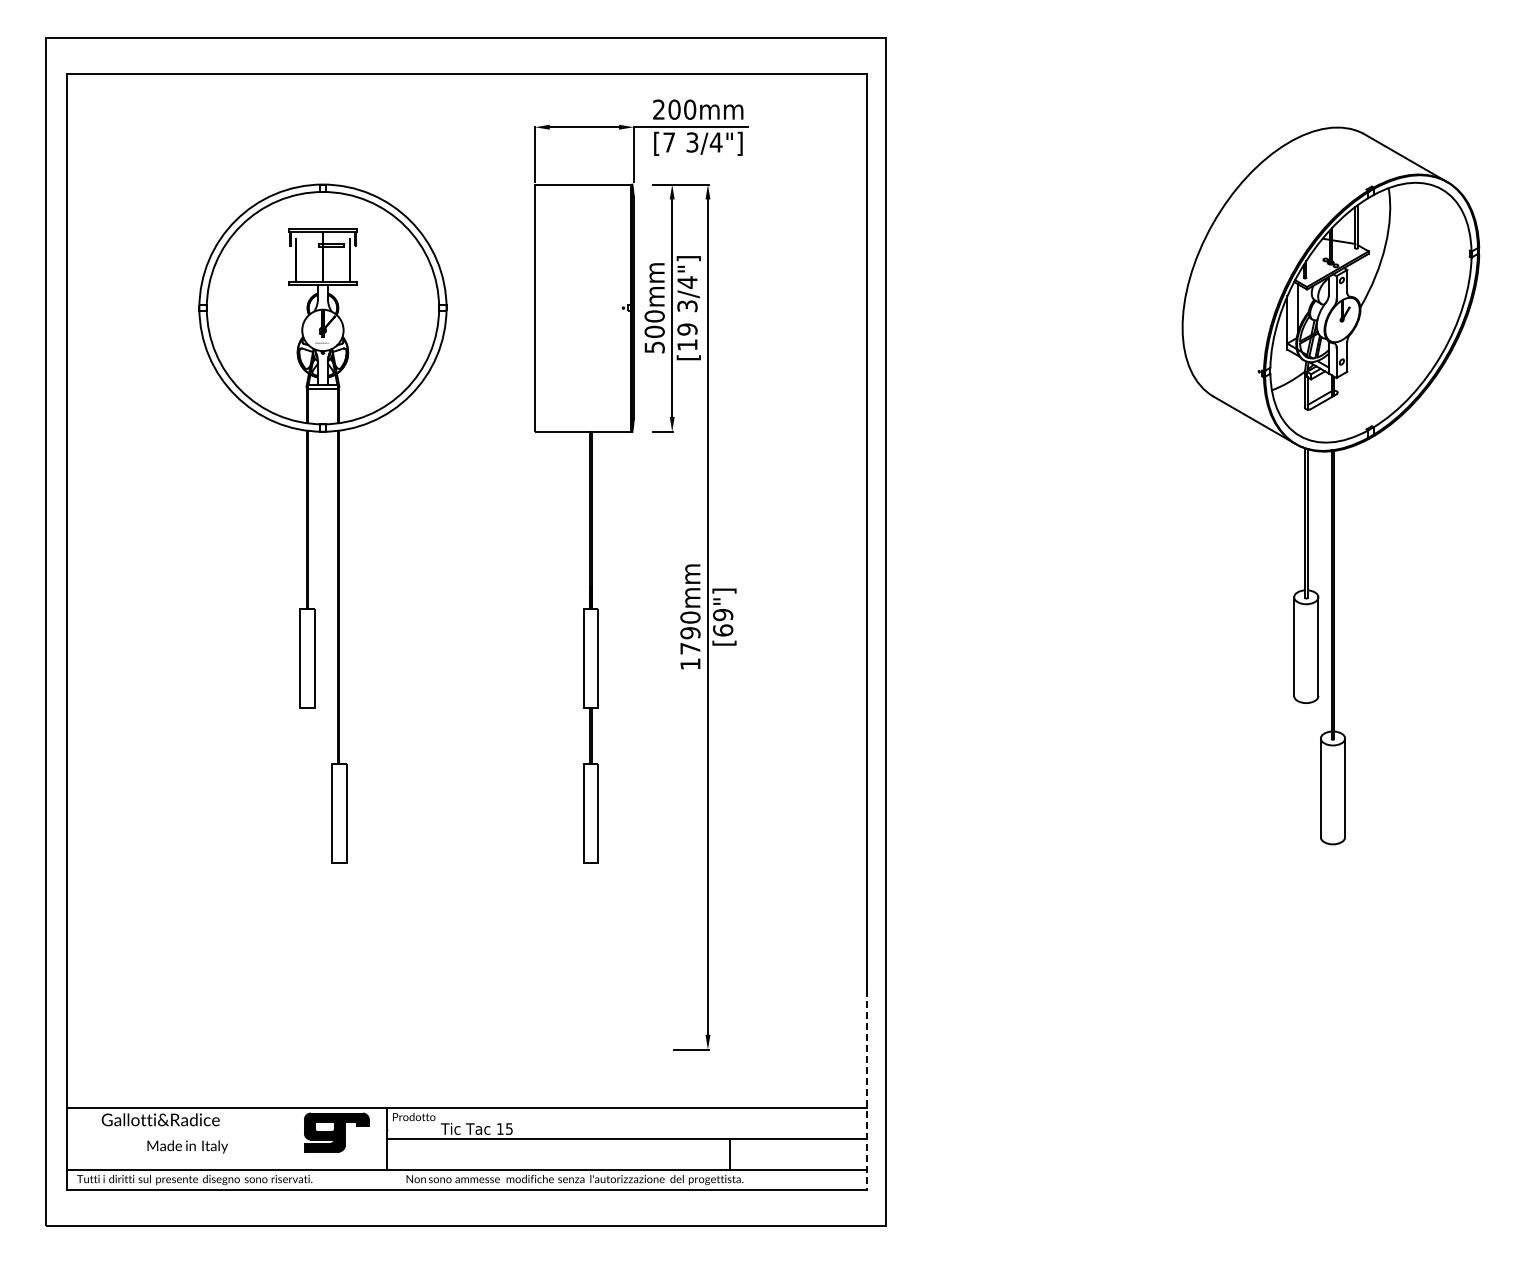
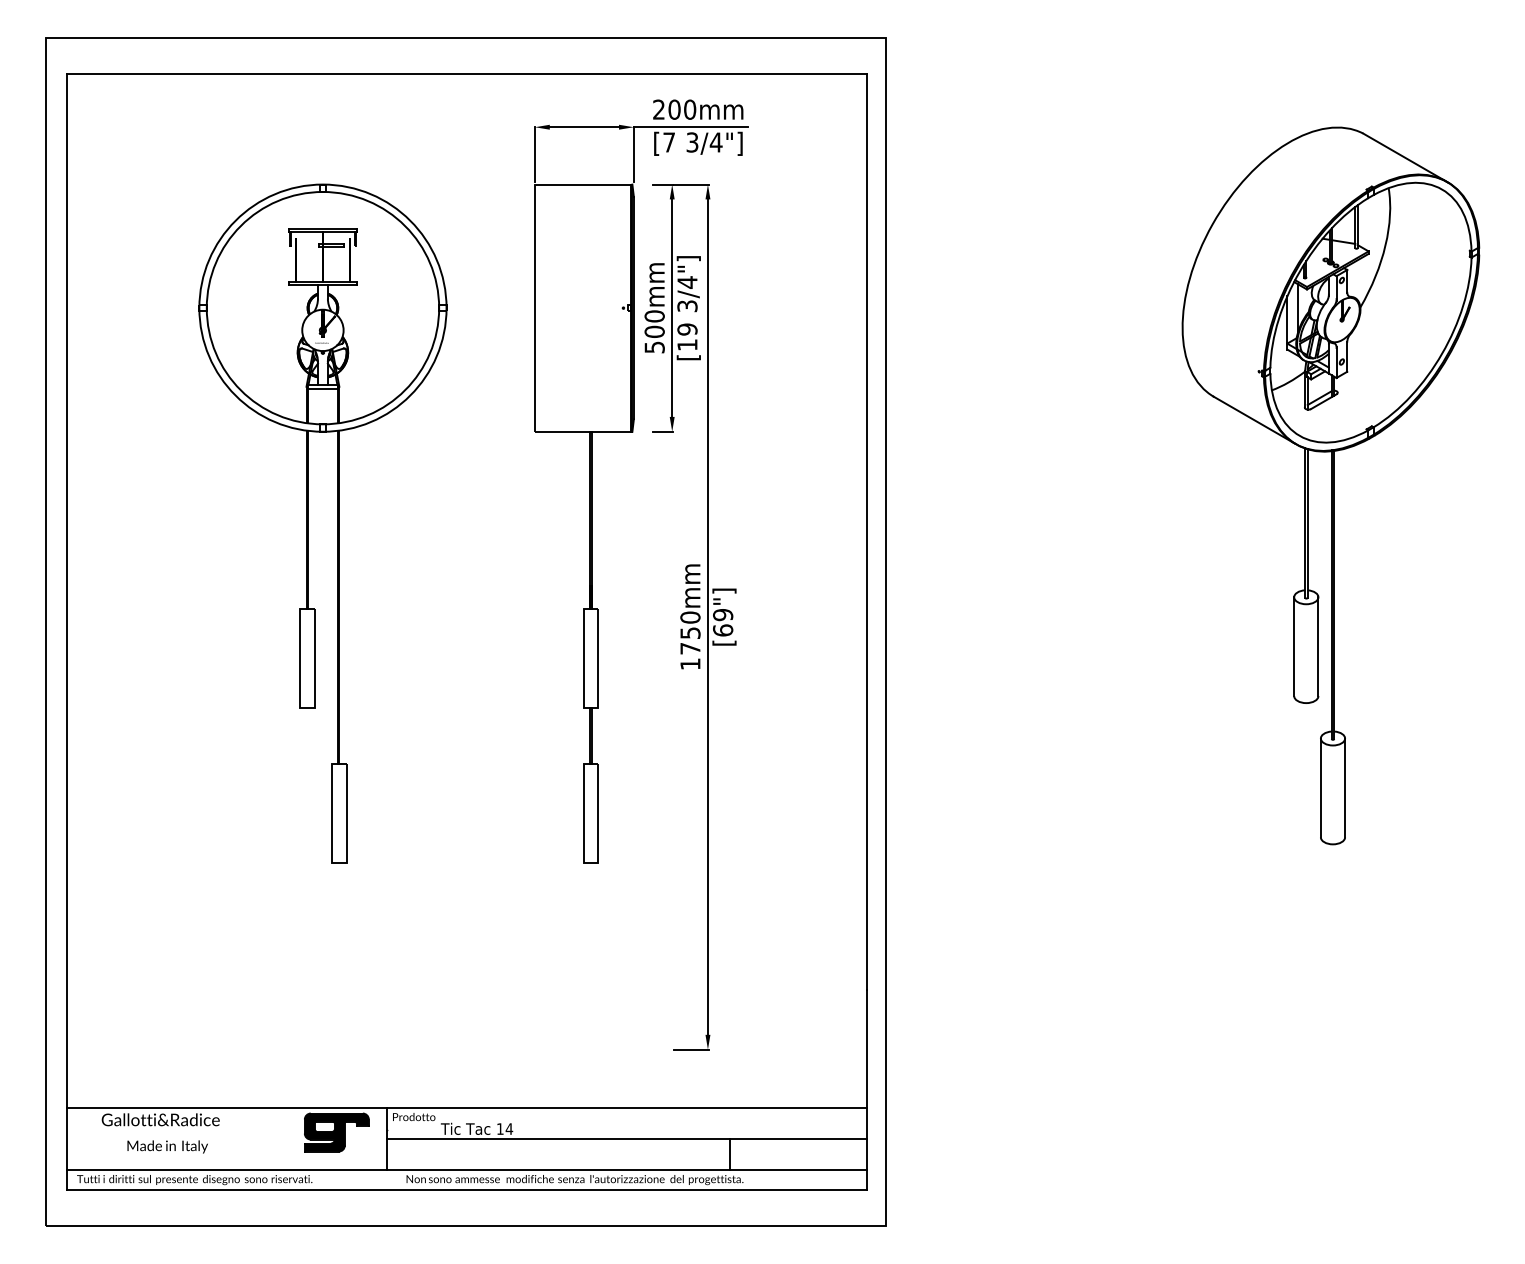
text at (690, 633): 1790mm -> 1750mm
line at (867, 1090): dashed -> solid
text at (509, 1128): 15 -> 14
text at (187, 1146) position: (187, 1146) -> (167, 1146)
